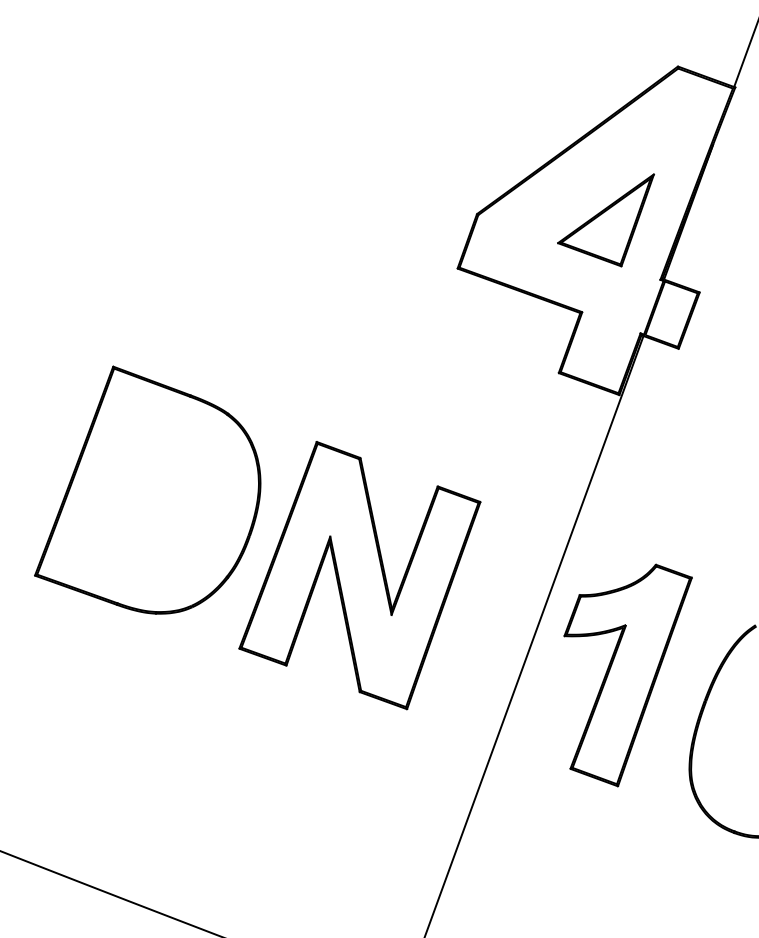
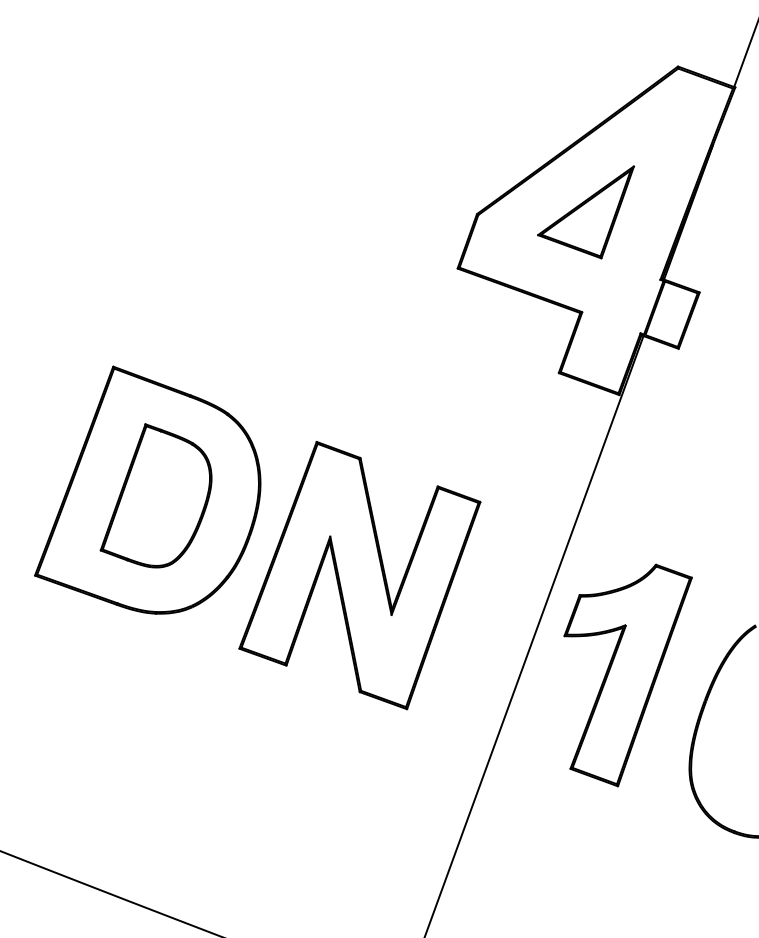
part at (605, 220) position: (605, 220) -> (585, 212)
part at (155, 495): none -> present
